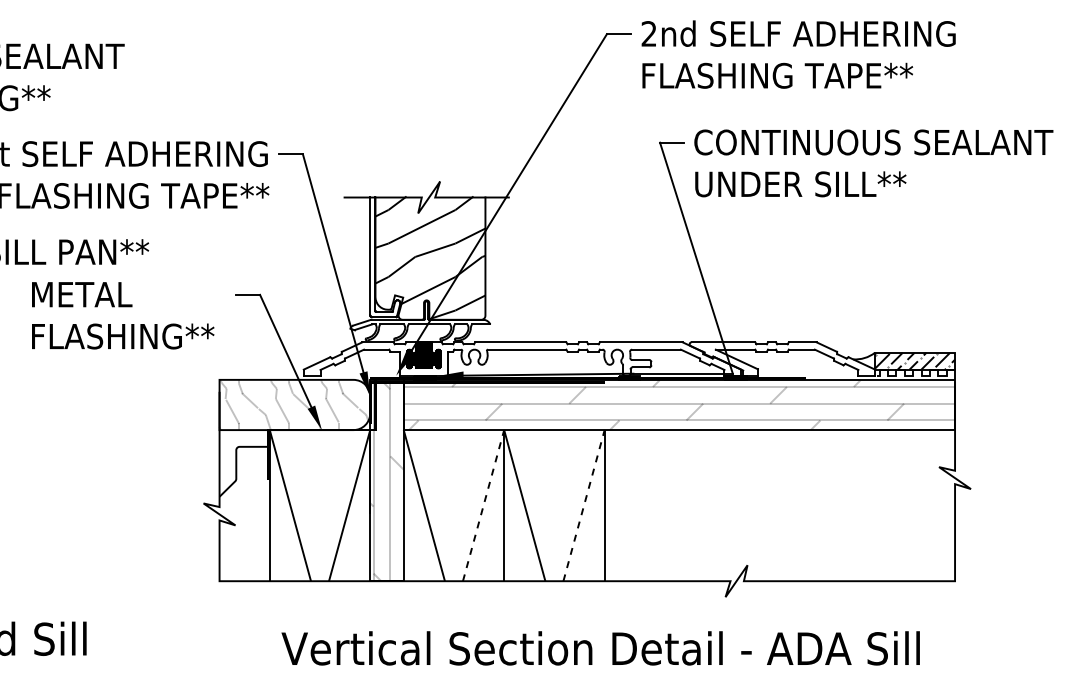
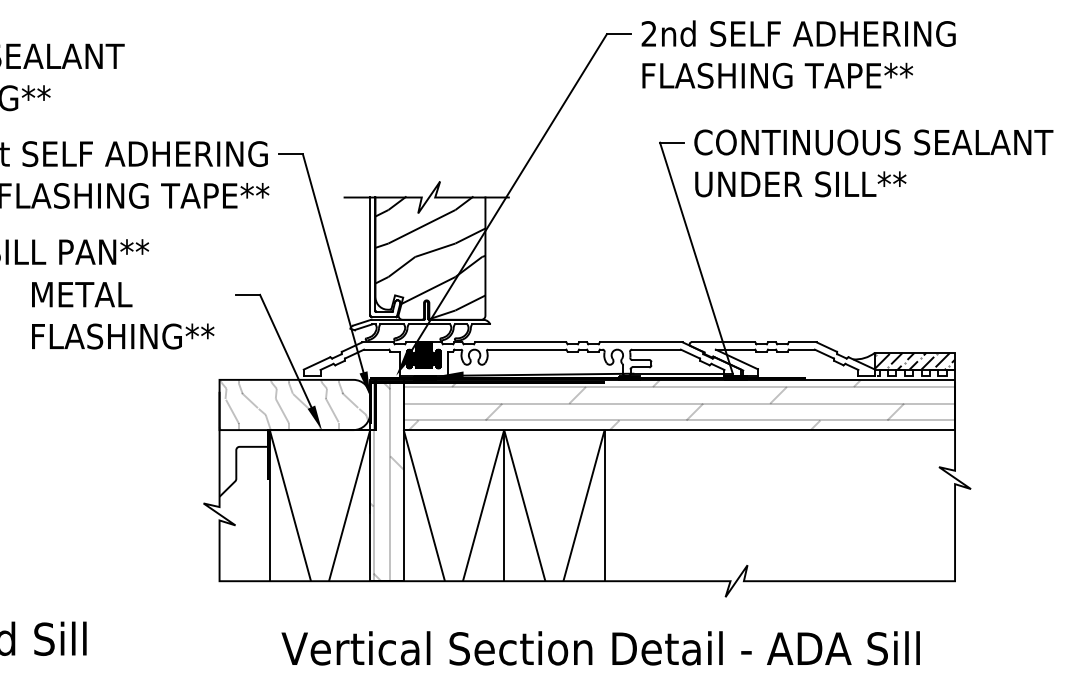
line at (483, 505): dashed -> solid
line at (584, 505): dashed -> solid
